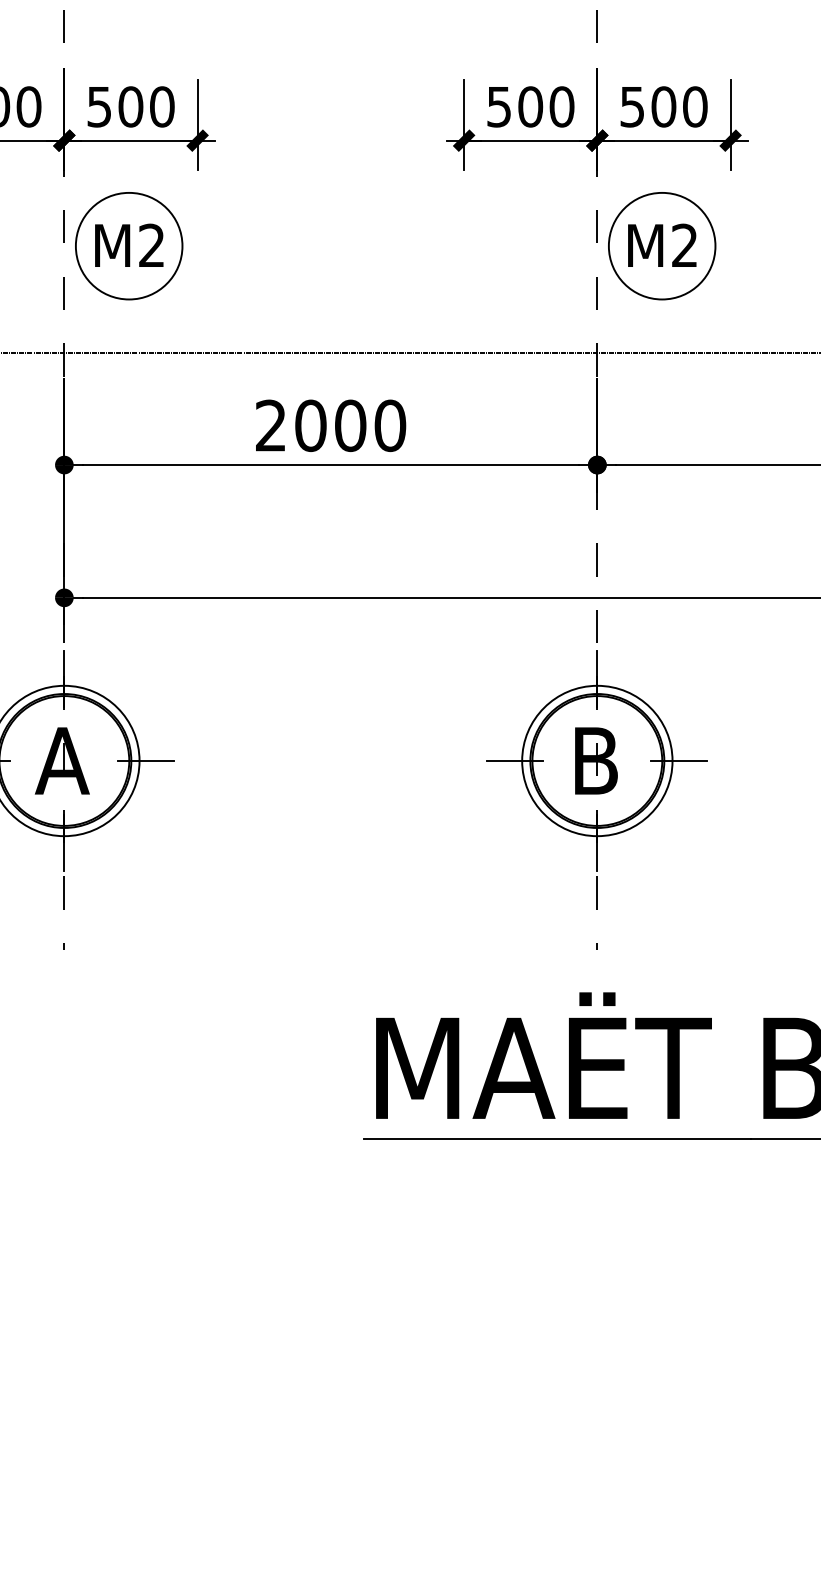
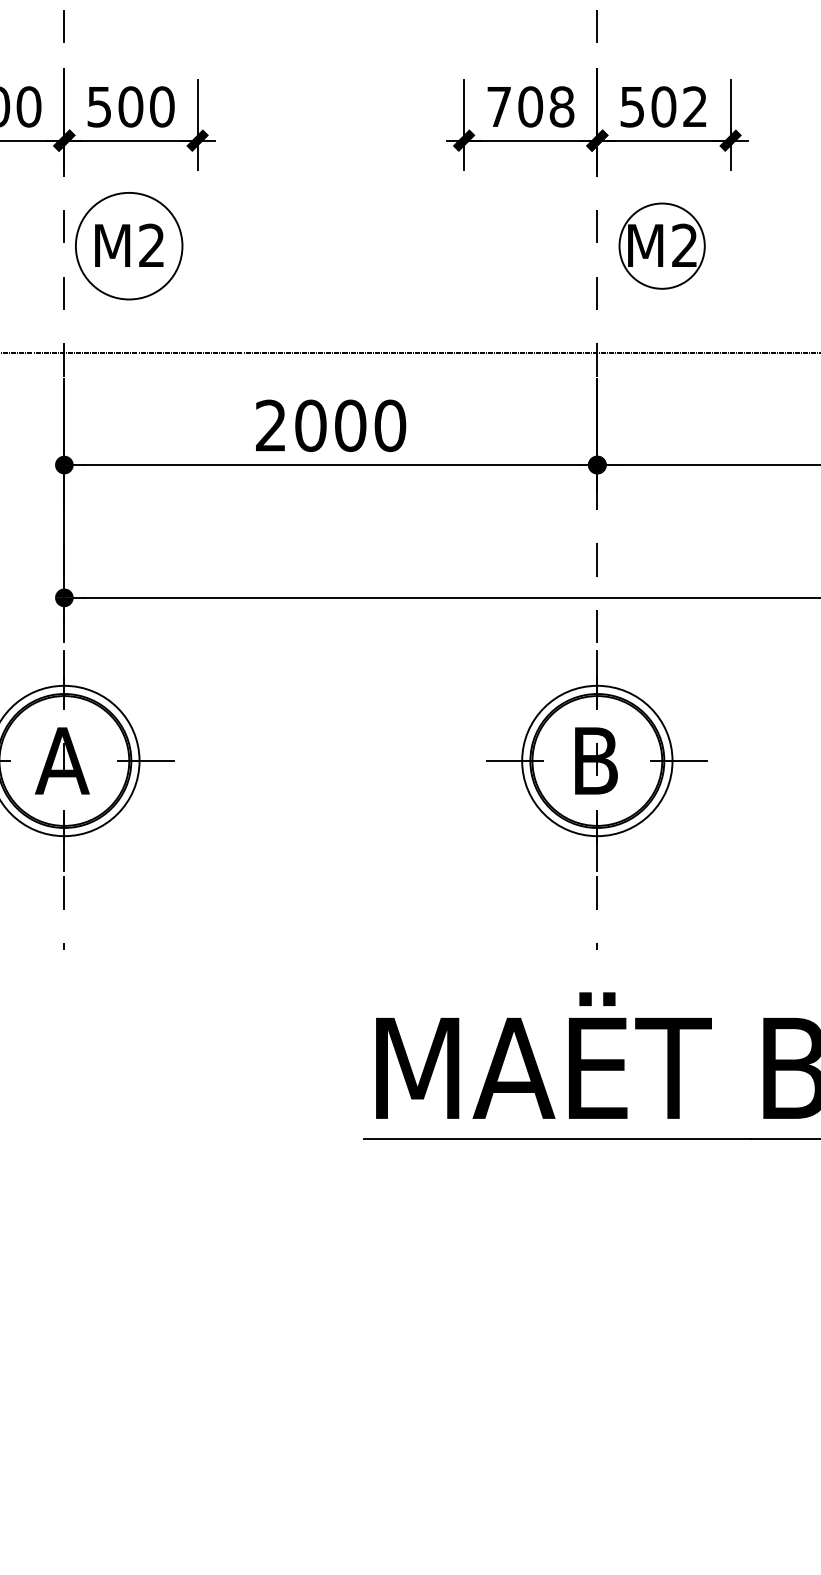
text at (530, 106): 500 -> 708
text at (695, 106): 500 -> 502
circle at (661, 245) diameter: 107 px -> 85 px
